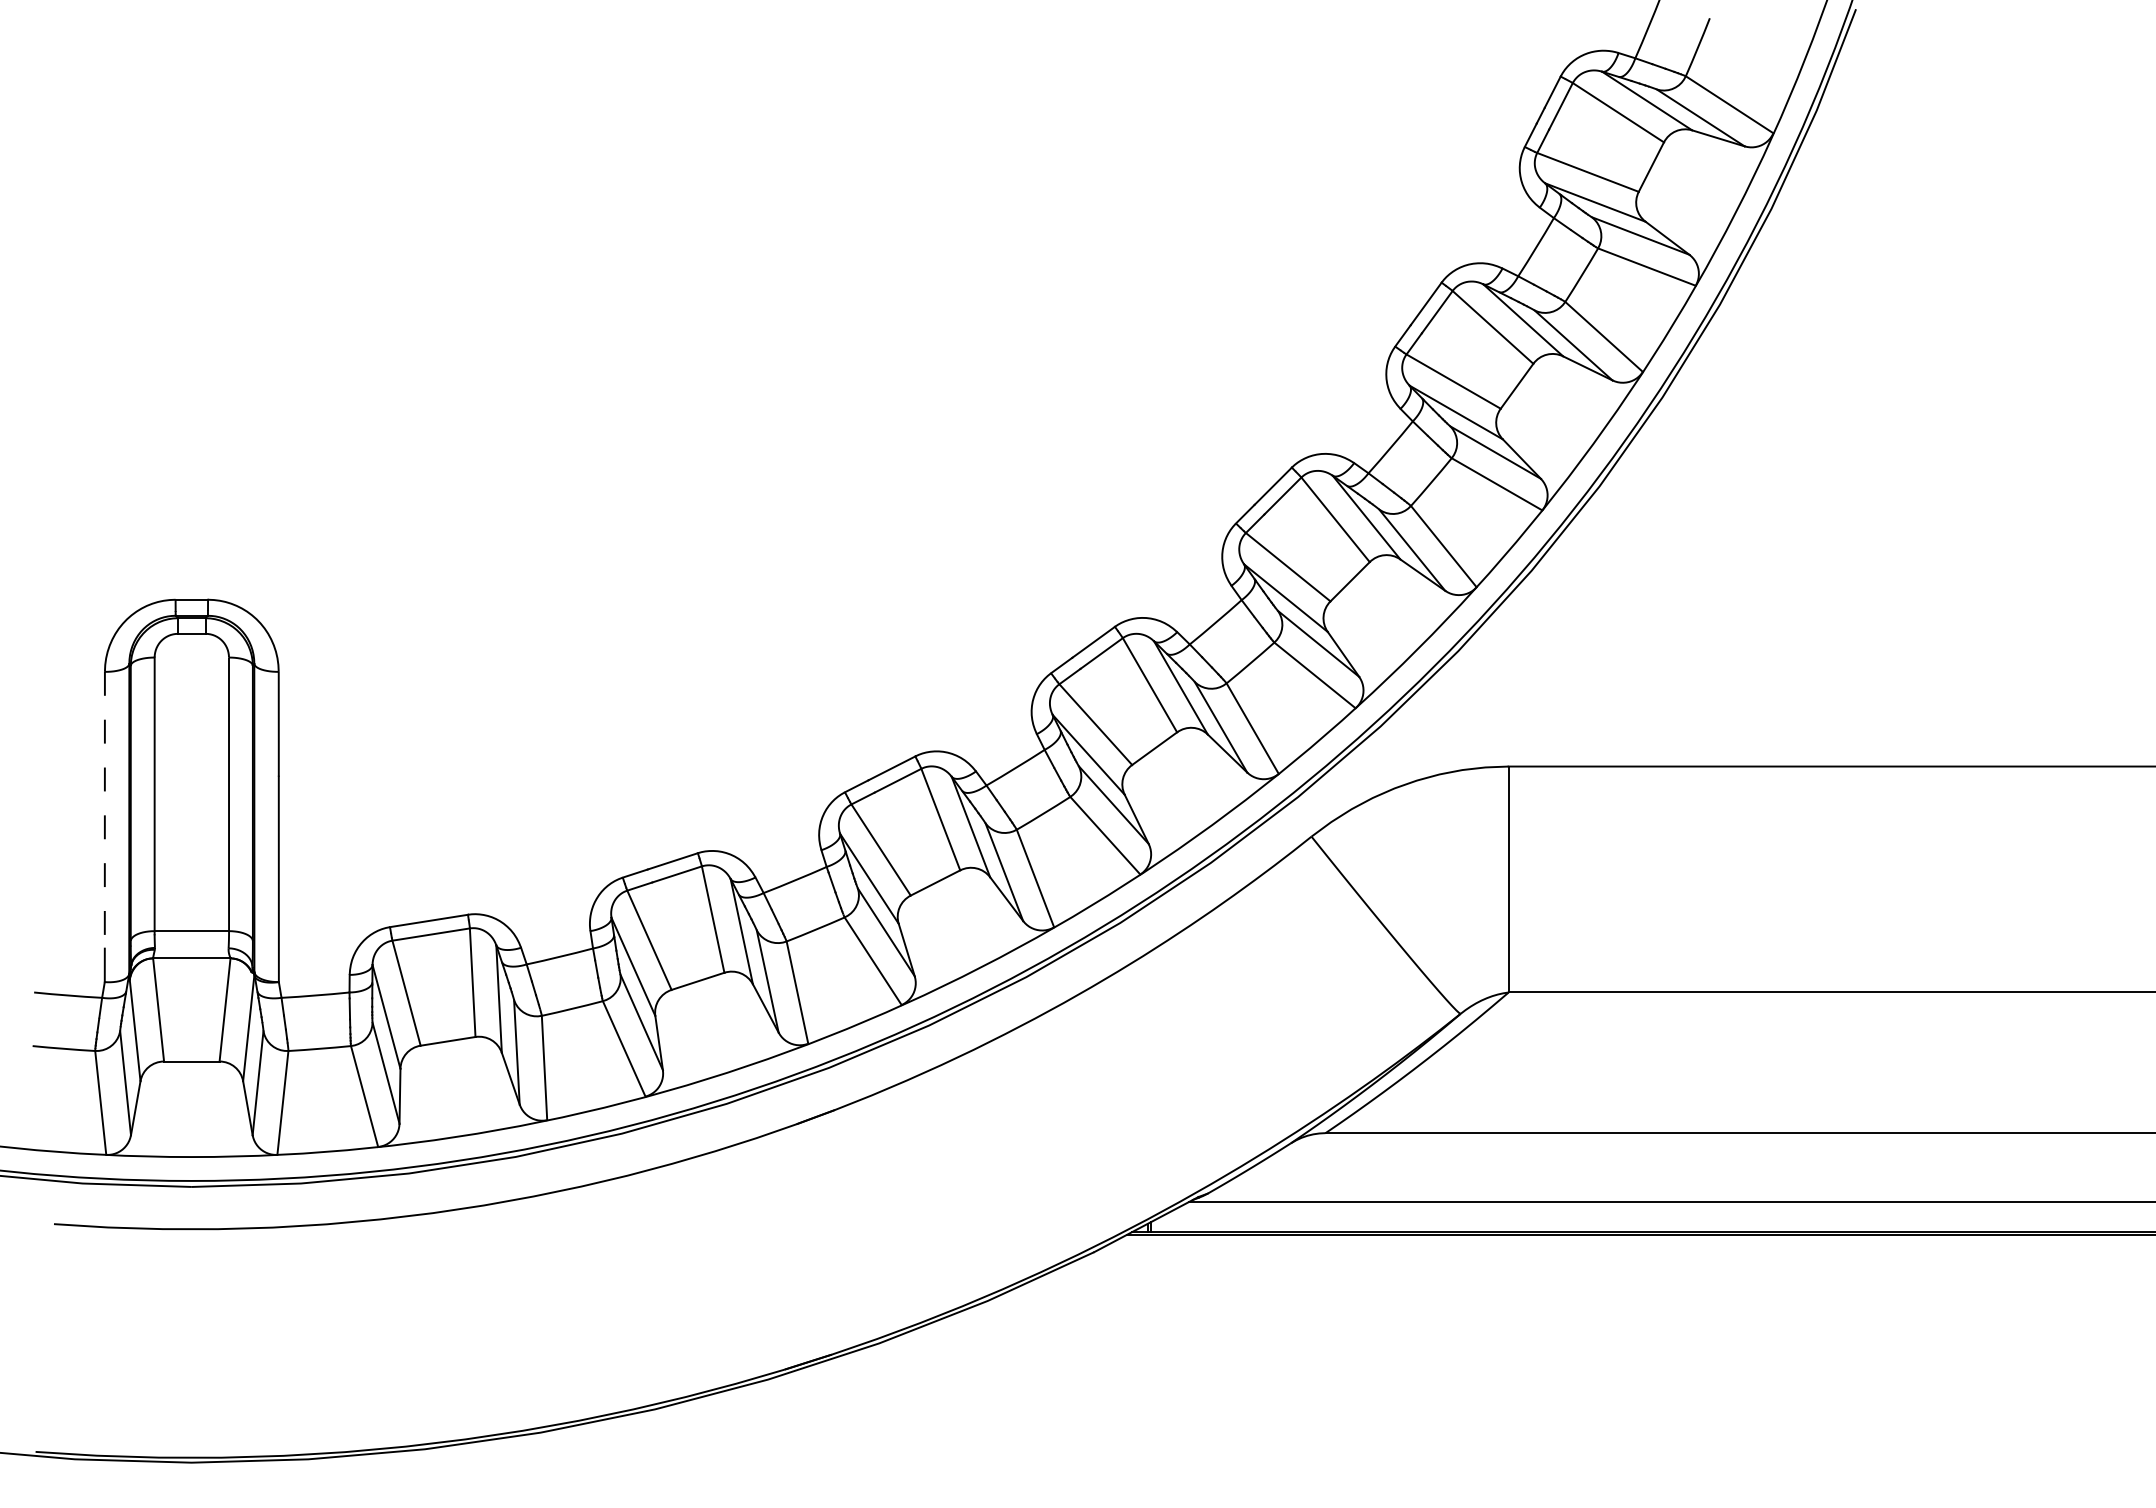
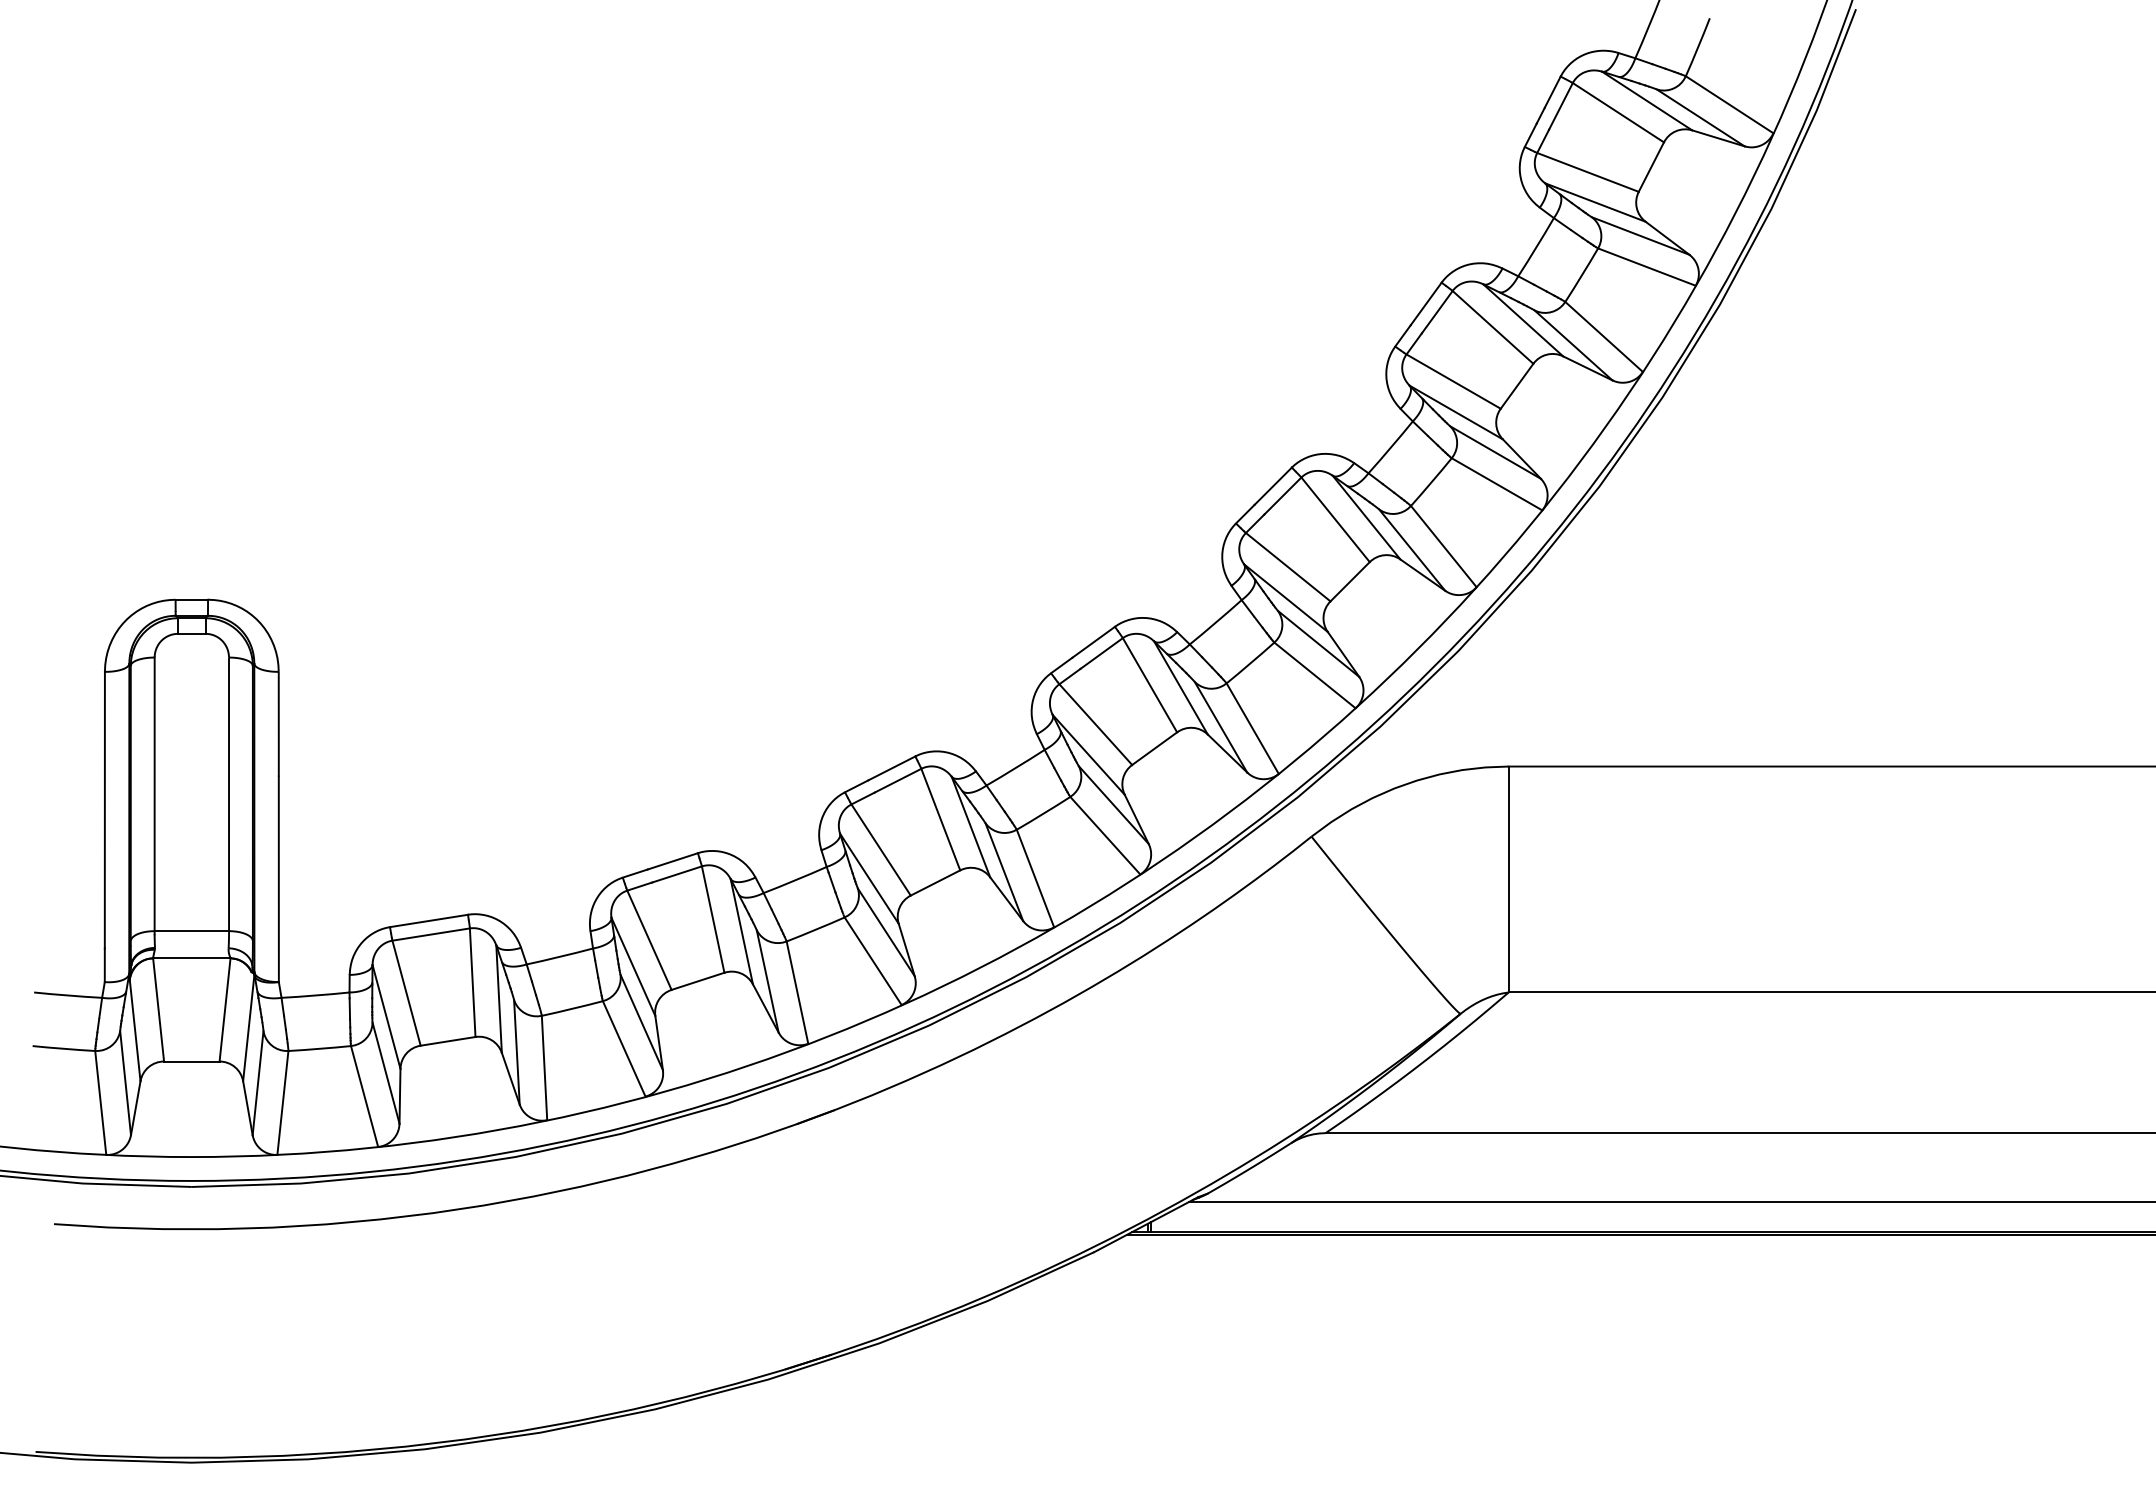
line at (104, 810): dashed -> solid
